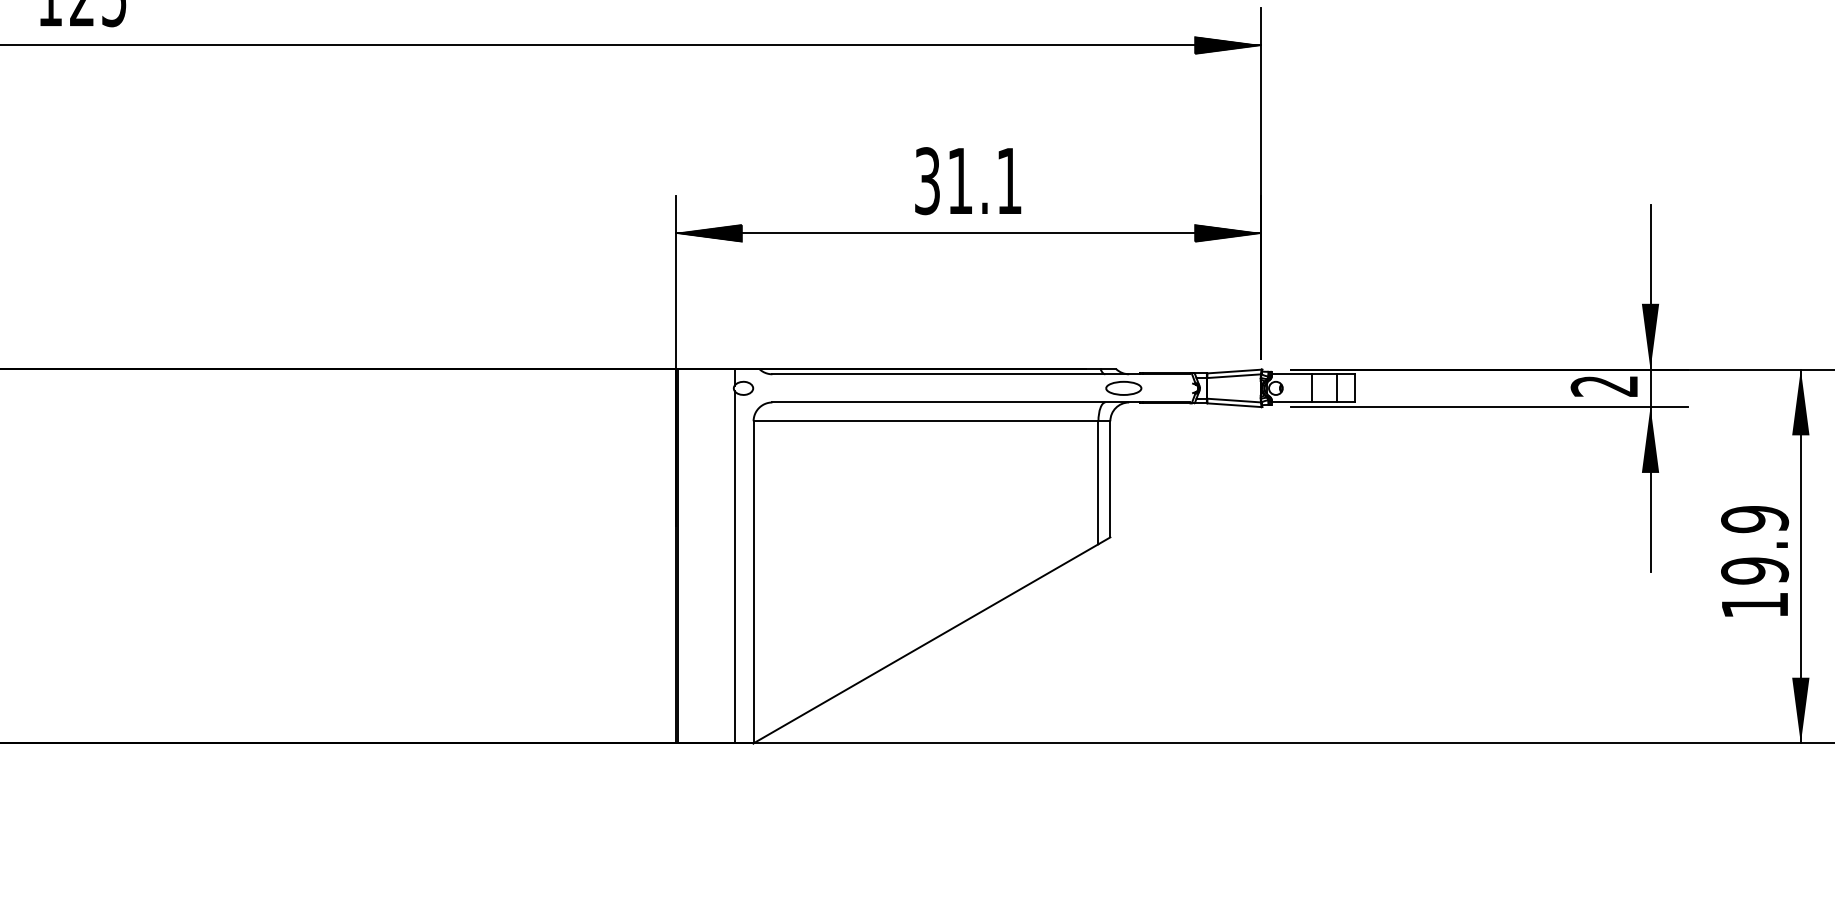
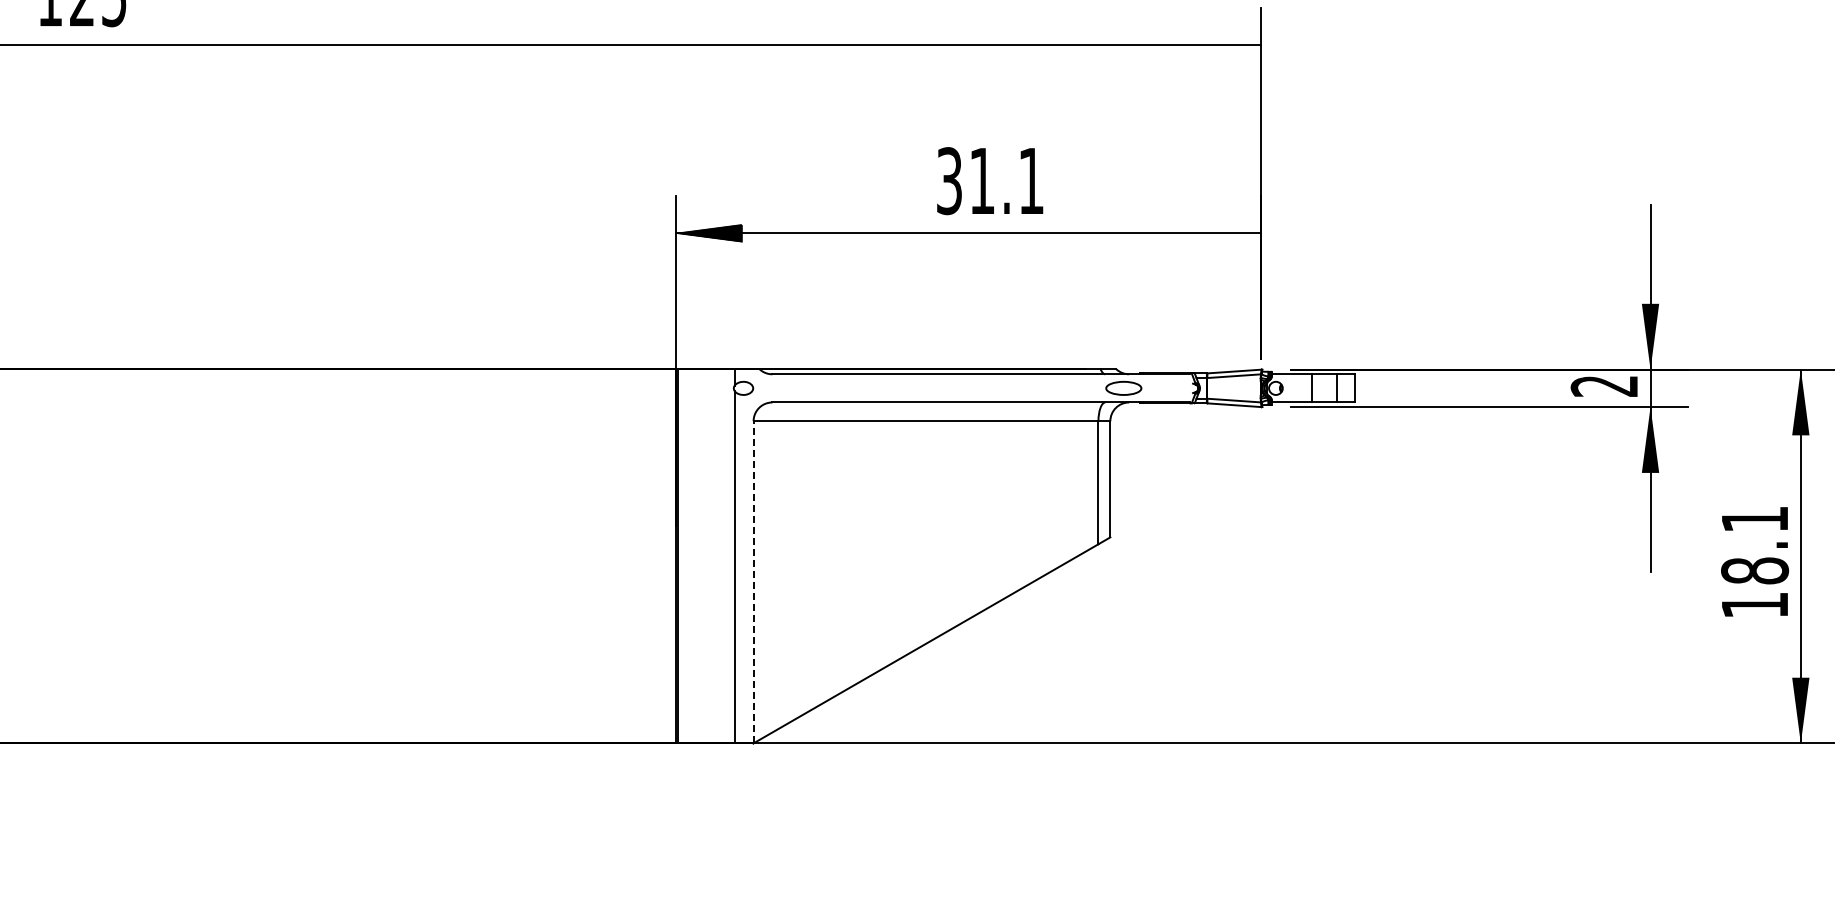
hatch at (1227, 45): present -> none
text at (968, 181) position: (968, 181) -> (990, 181)
hatch at (1227, 233): present -> none
text at (1755, 545): 19.9 -> 18.1
line at (753, 581): solid -> dashed
